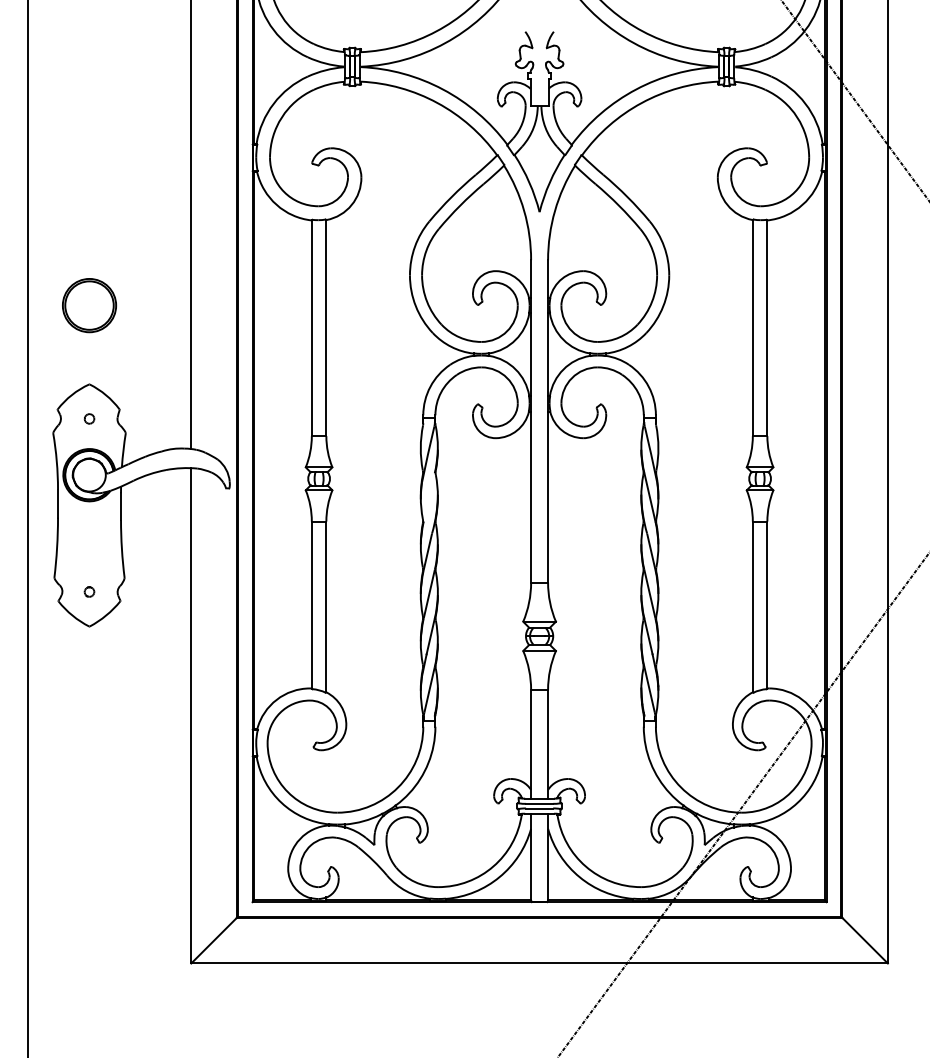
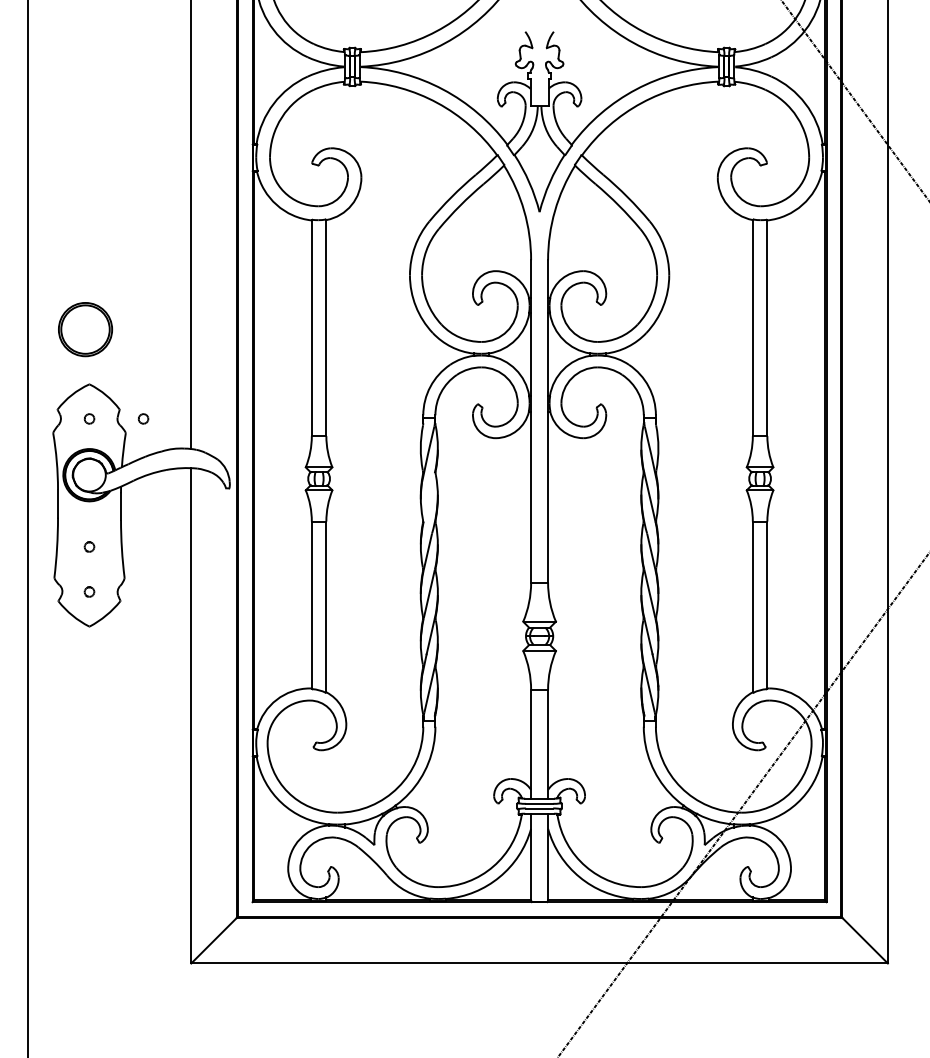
part at (89, 305) position: (89, 305) -> (85, 329)
part at (143, 418): none -> present
part at (89, 546): none -> present
